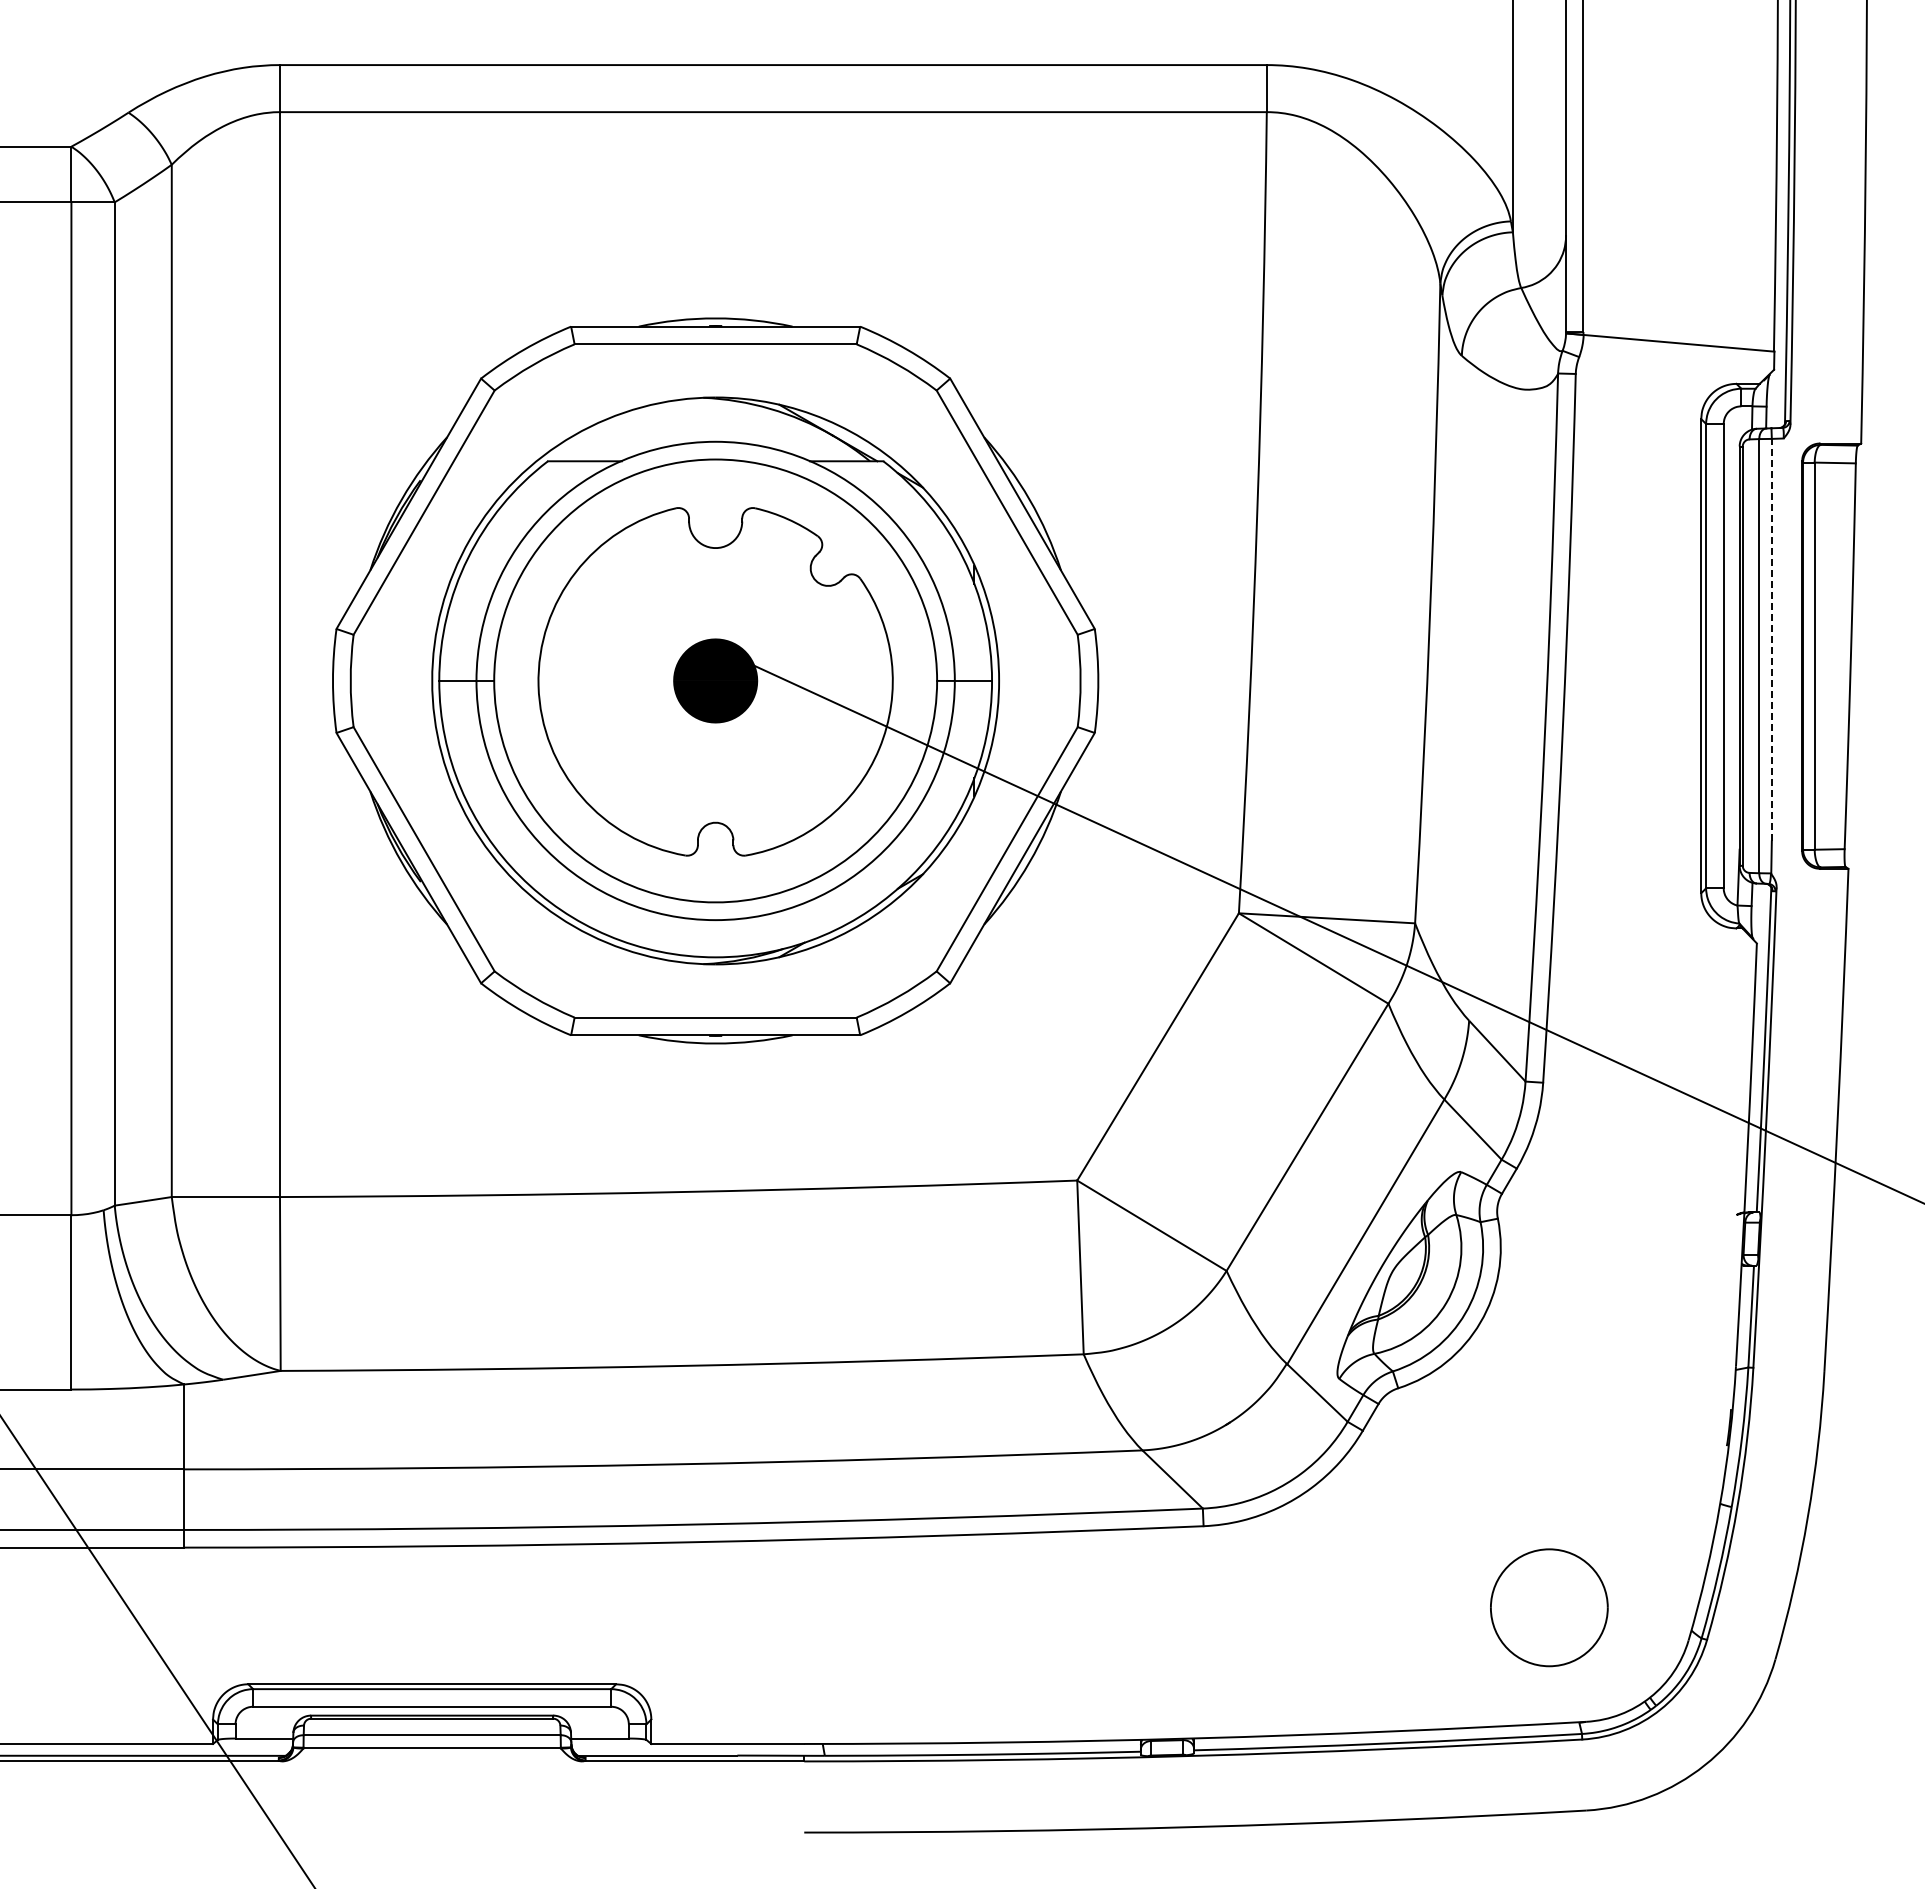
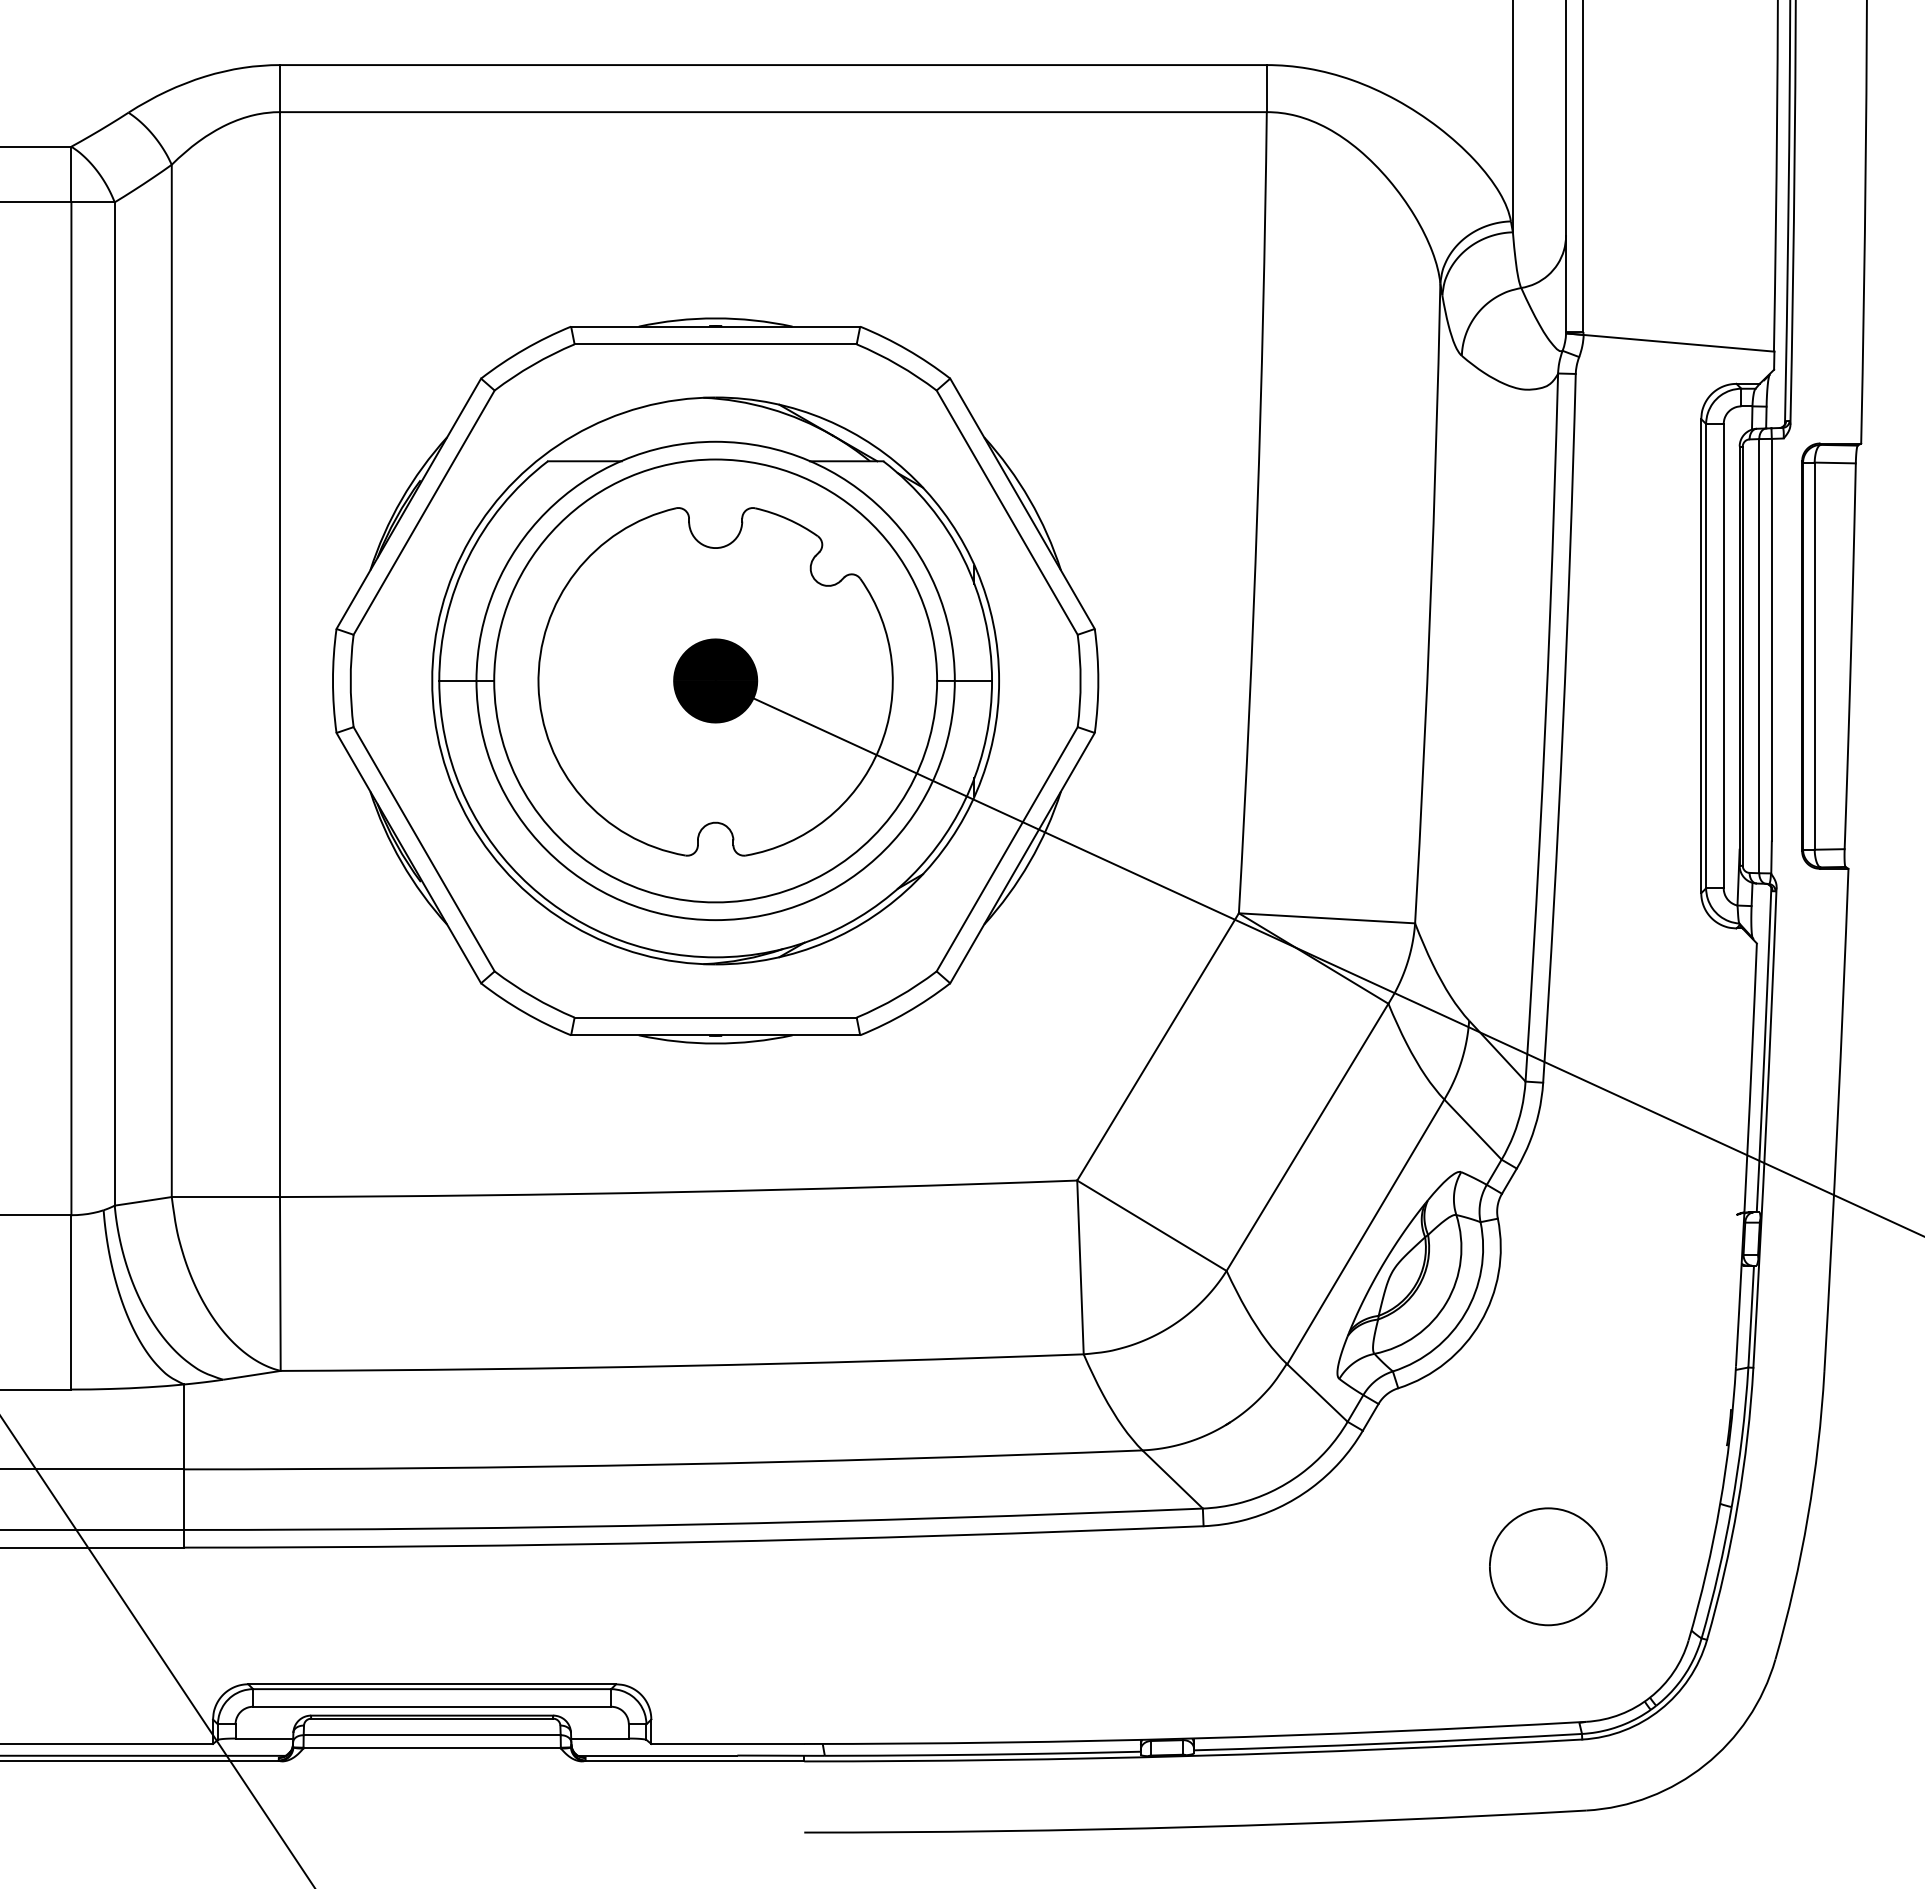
line at (1771, 639): dashed -> solid
line at (1324, 927) position: (1324, 927) -> (1318, 957)
part at (1549, 1607) position: (1549, 1607) -> (1548, 1566)
